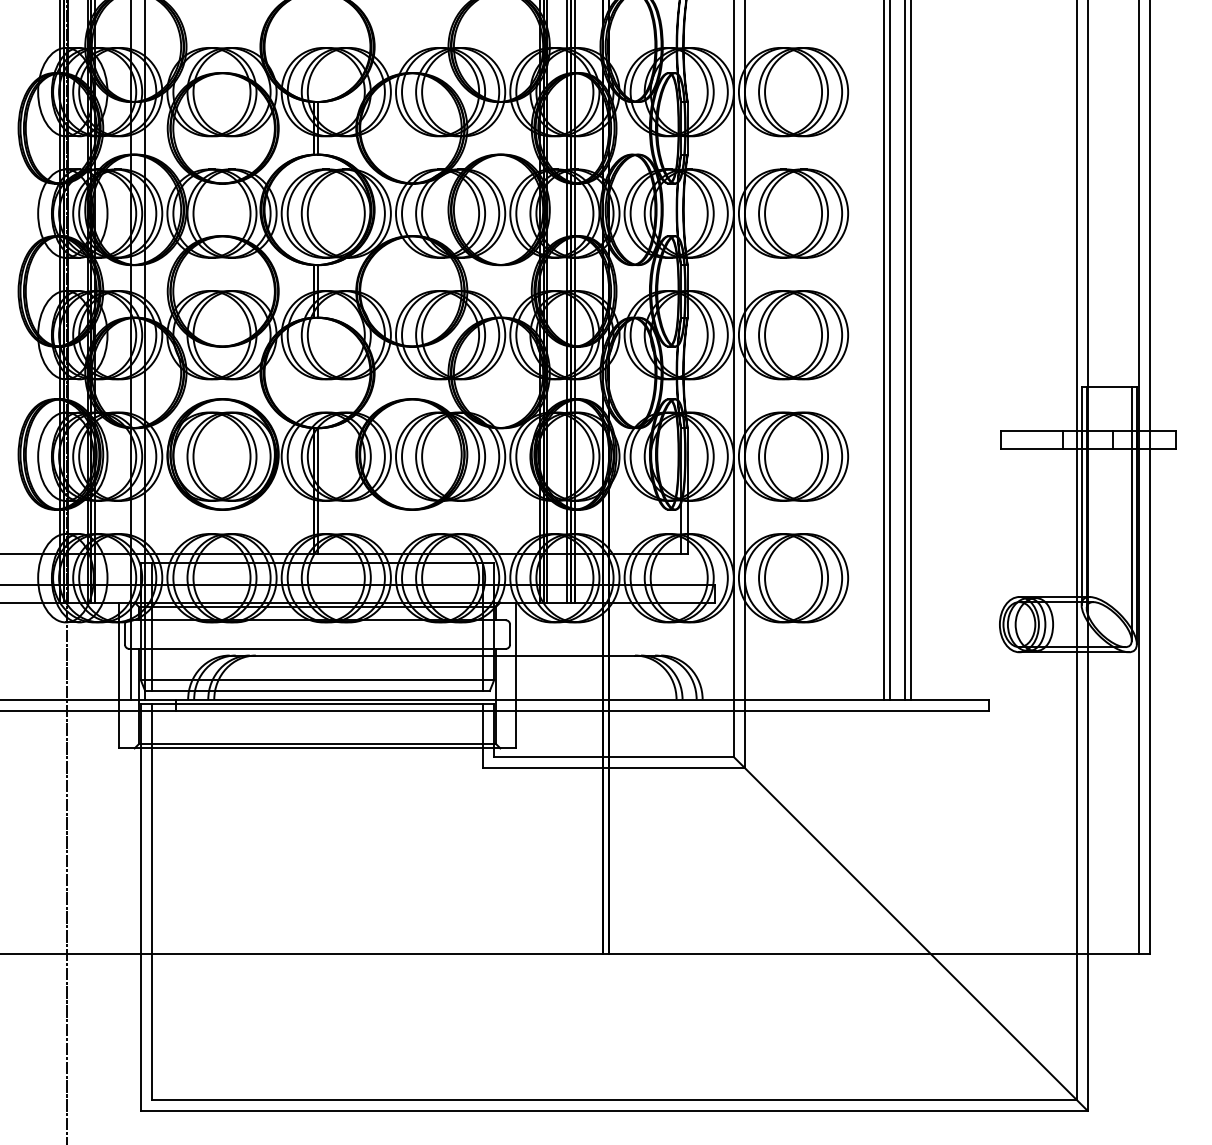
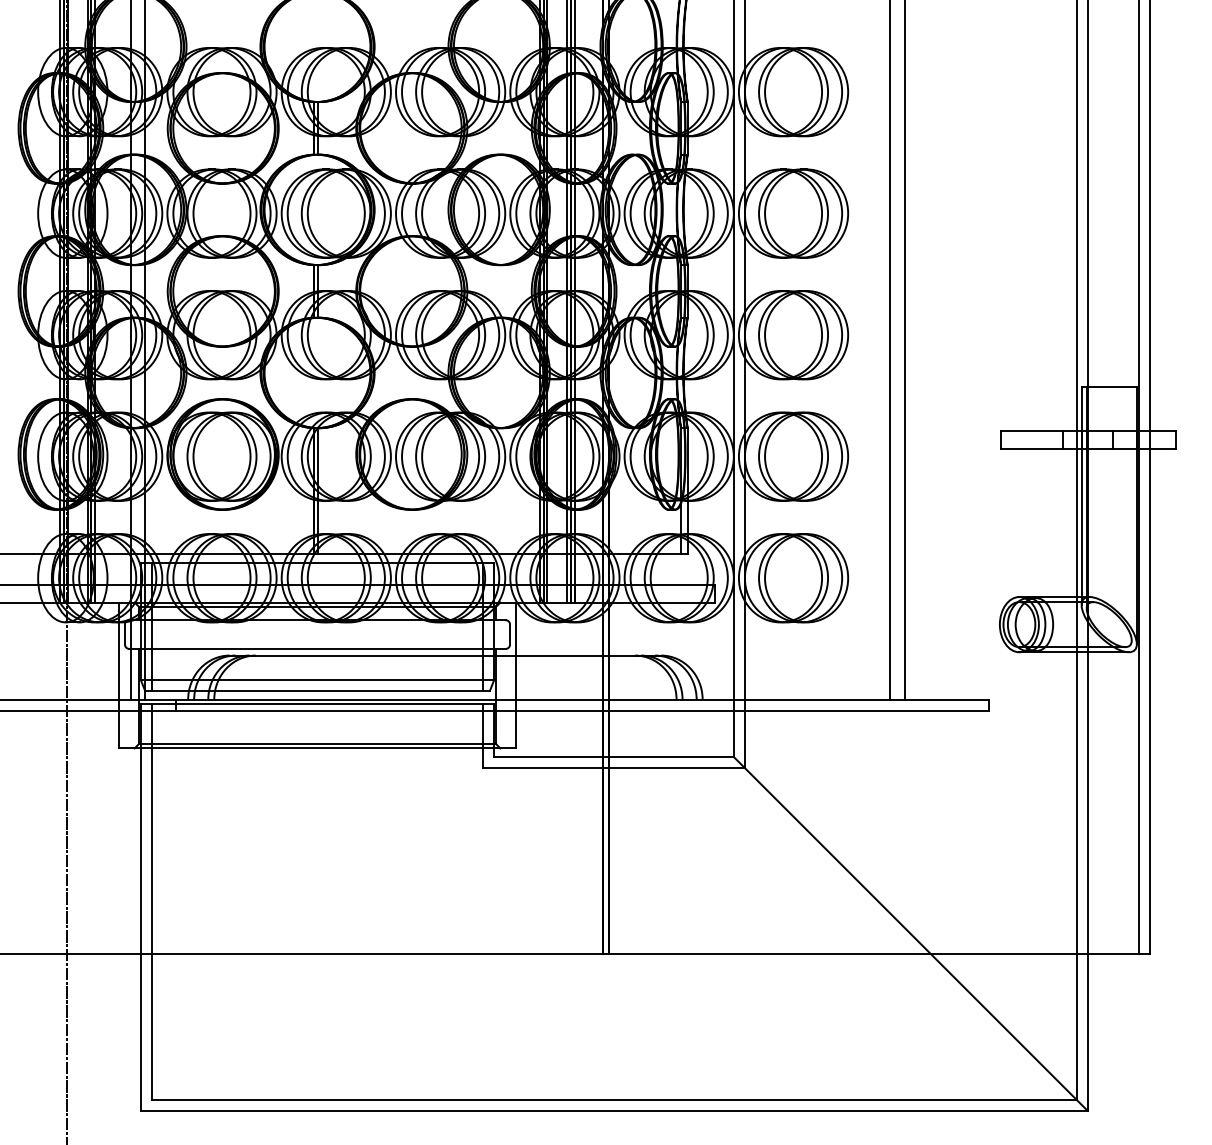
line at (884, 350): present -> none
line at (910, 350): present -> none
line at (1131, 513): present -> none
